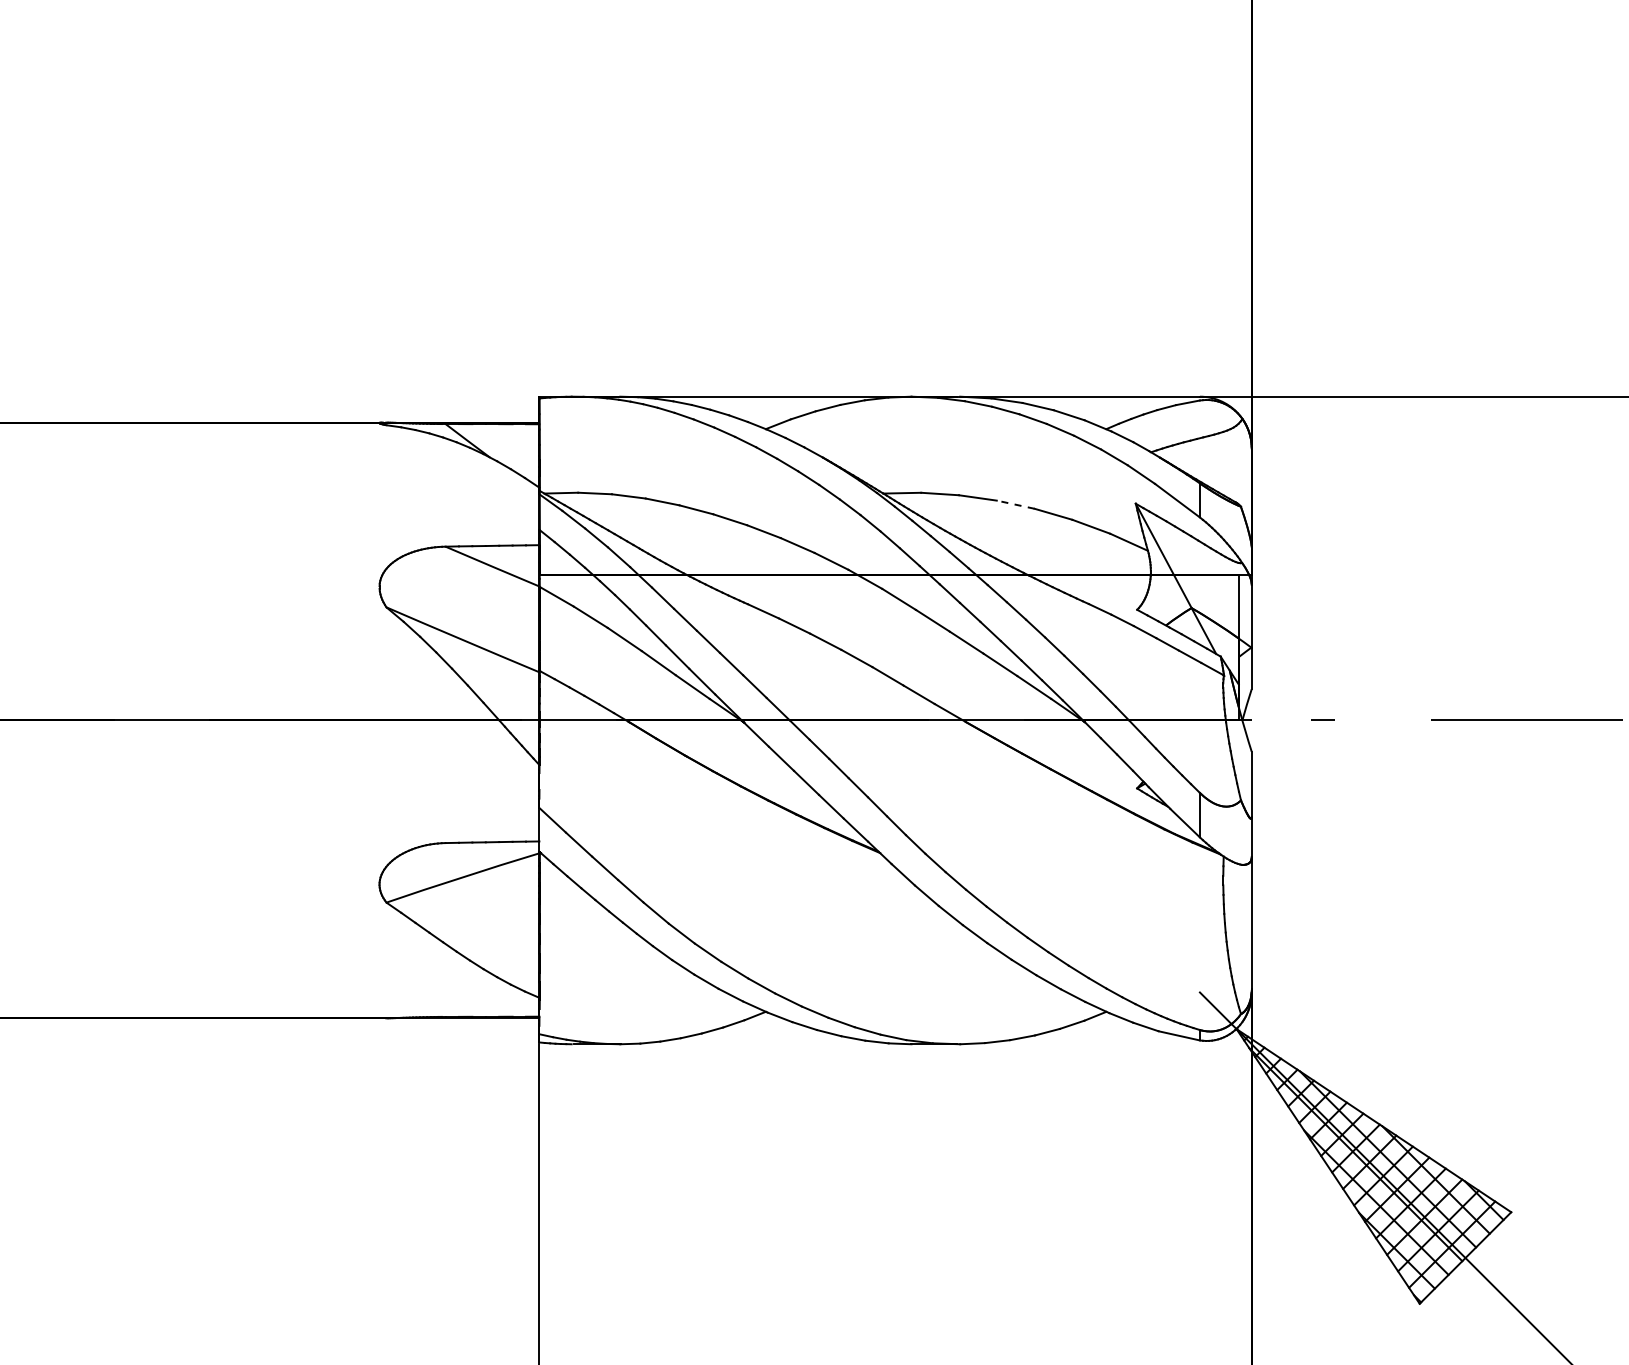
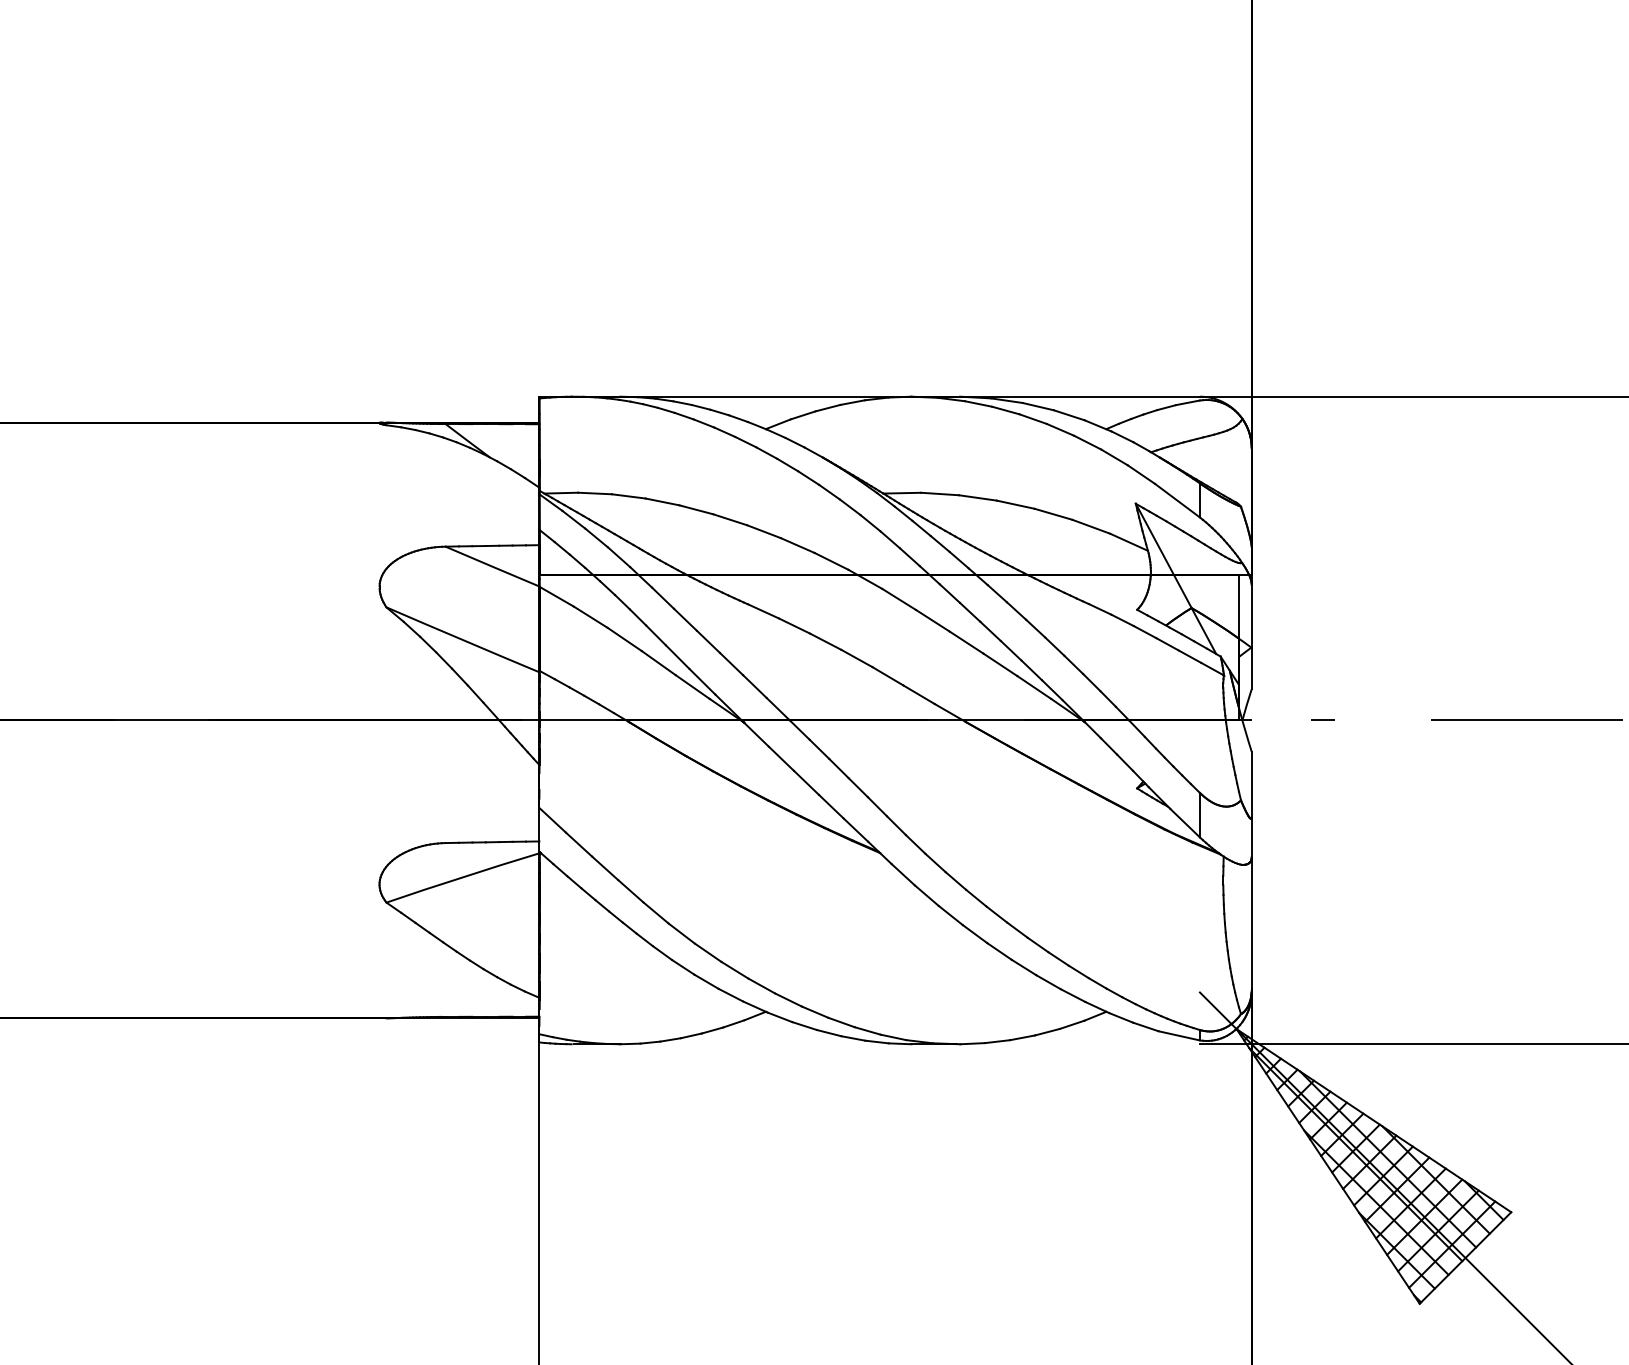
line at (1015, 504): dashed -> solid
line at (1412, 1044): none -> present
